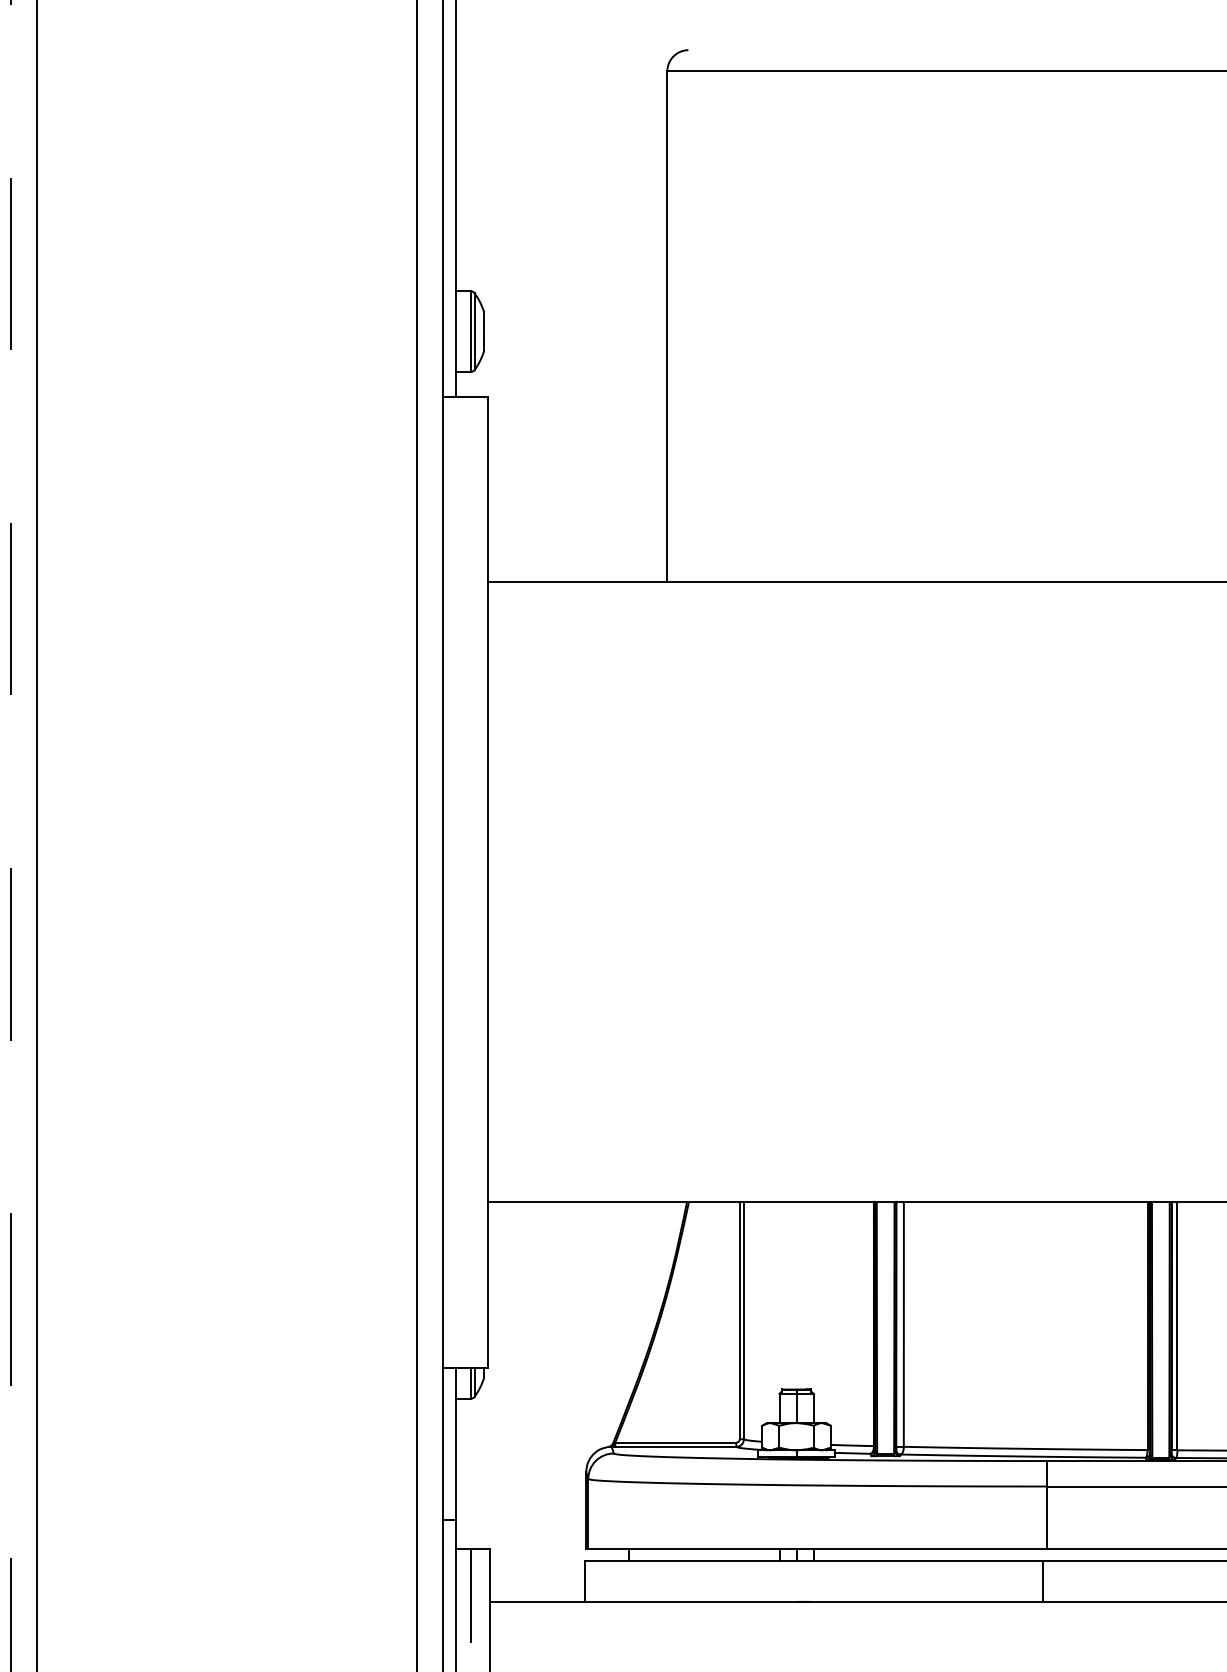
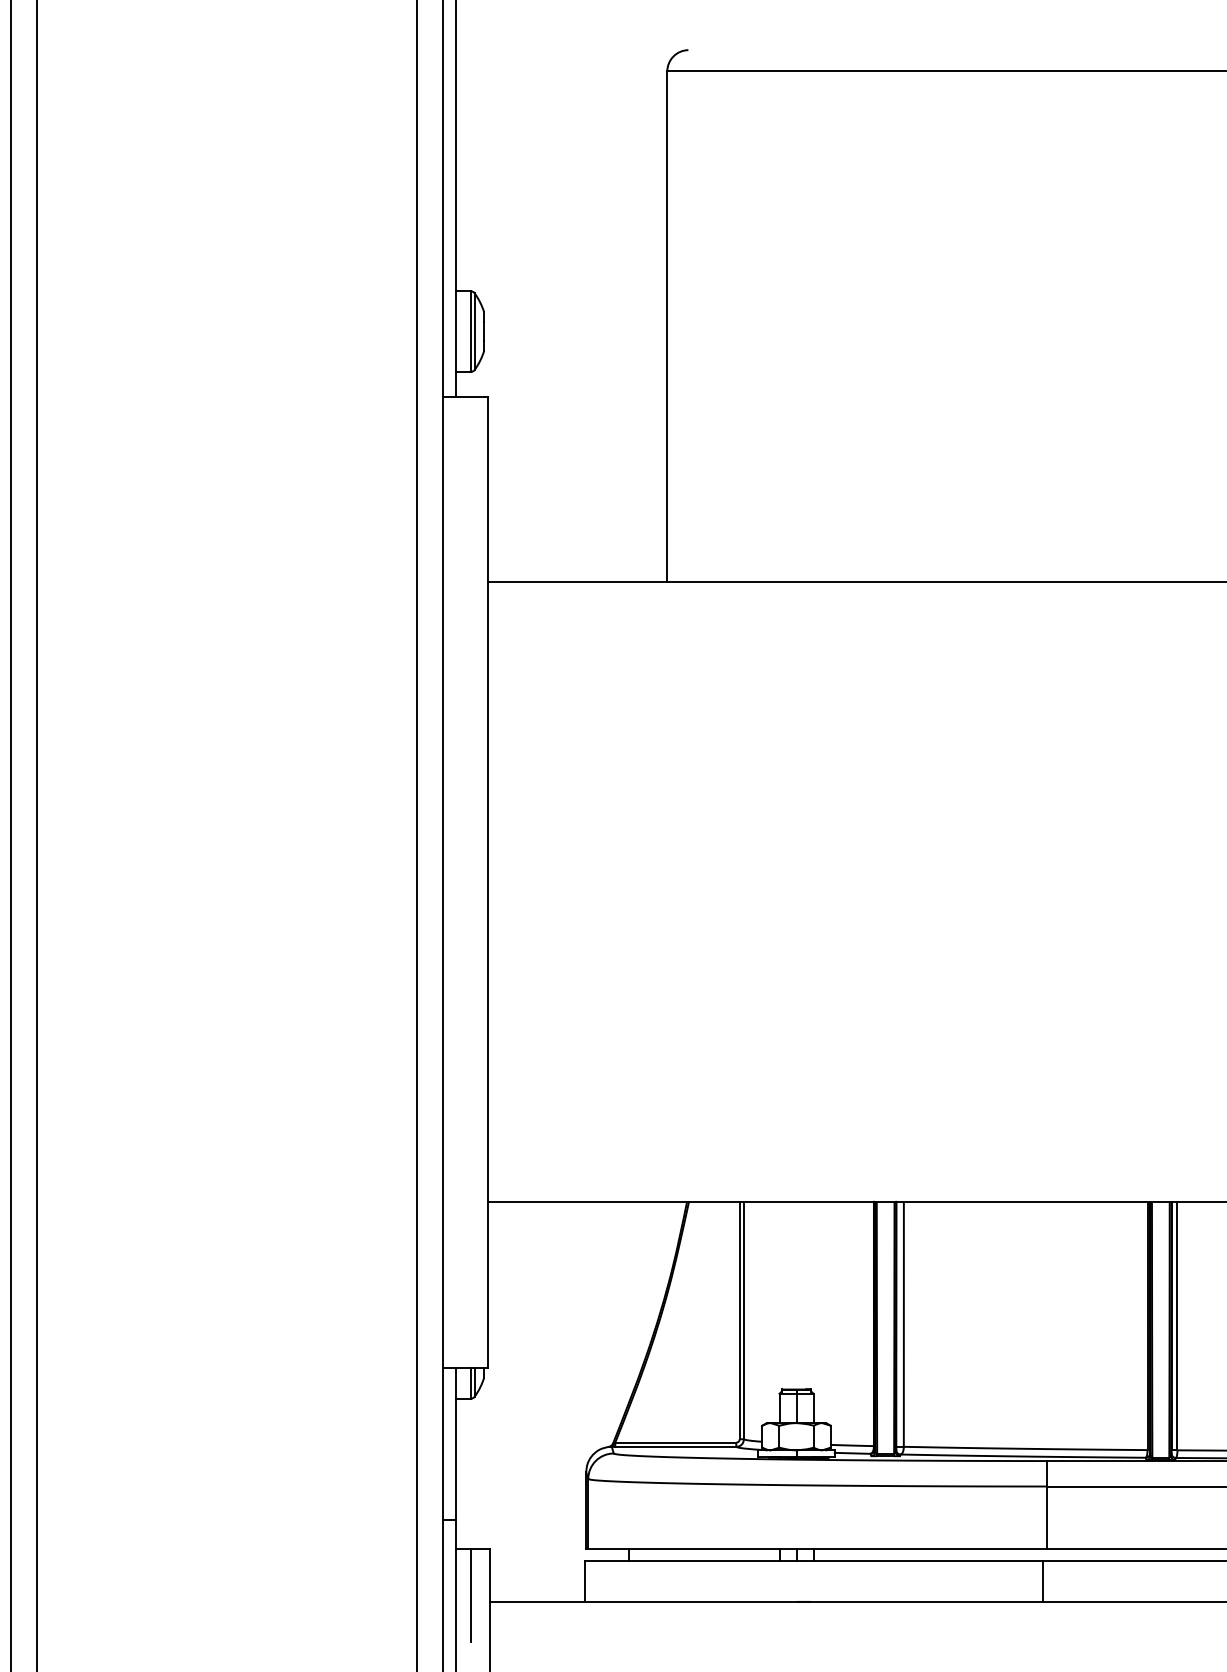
line at (11, 836): dashed -> solid
